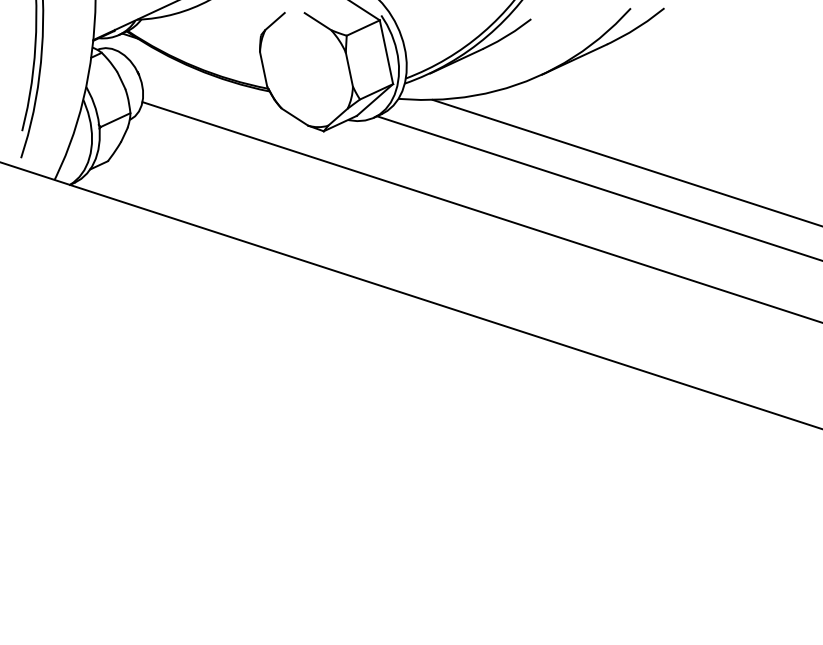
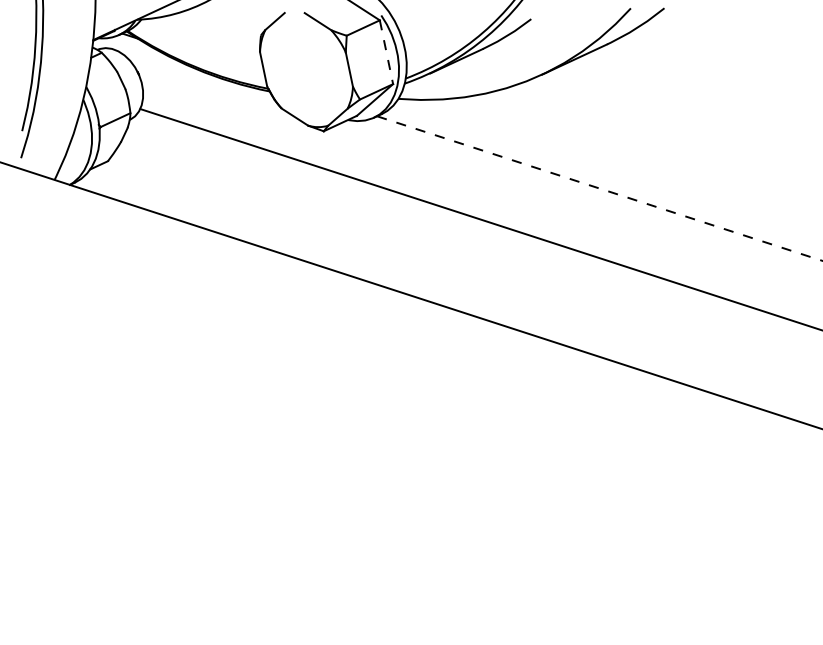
line at (386, 52): solid -> dashed
line at (625, 162): present -> none
line at (599, 188): solid -> dashed
line at (480, 211) position: (480, 211) -> (479, 219)
